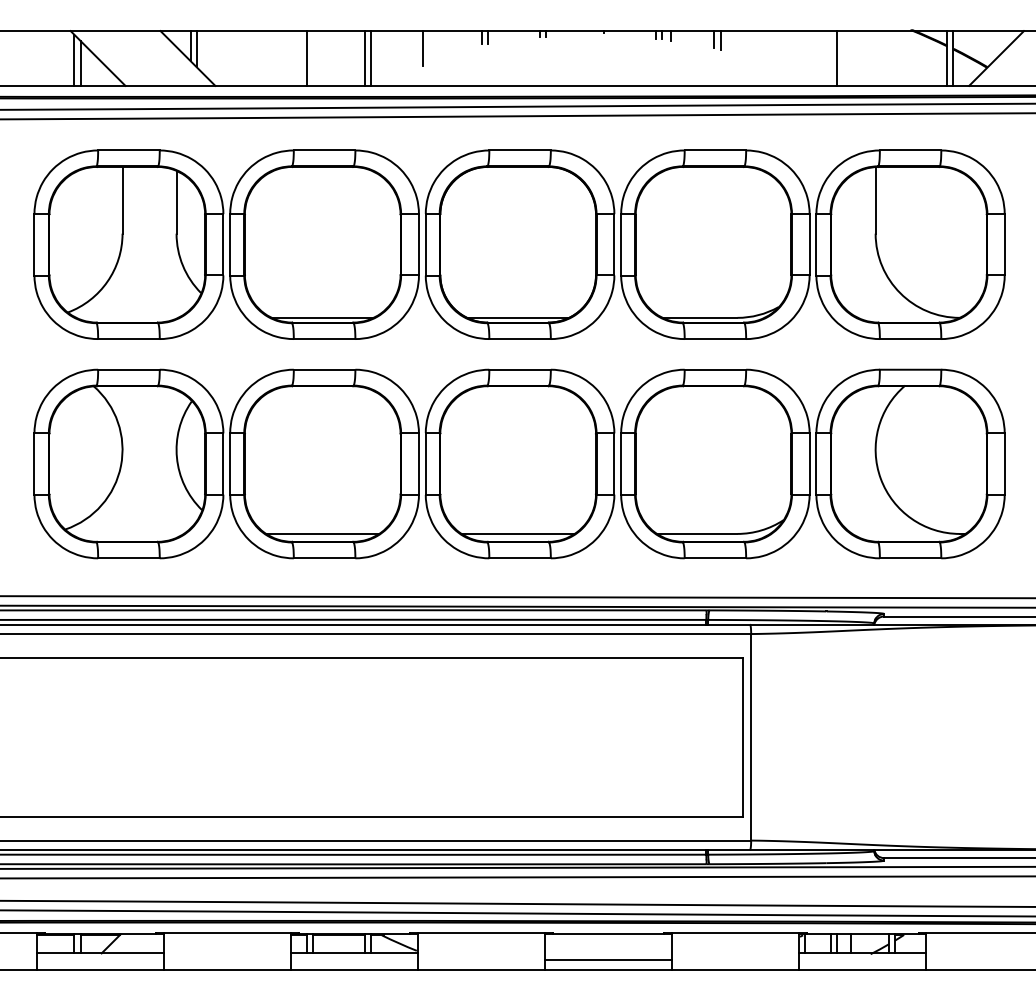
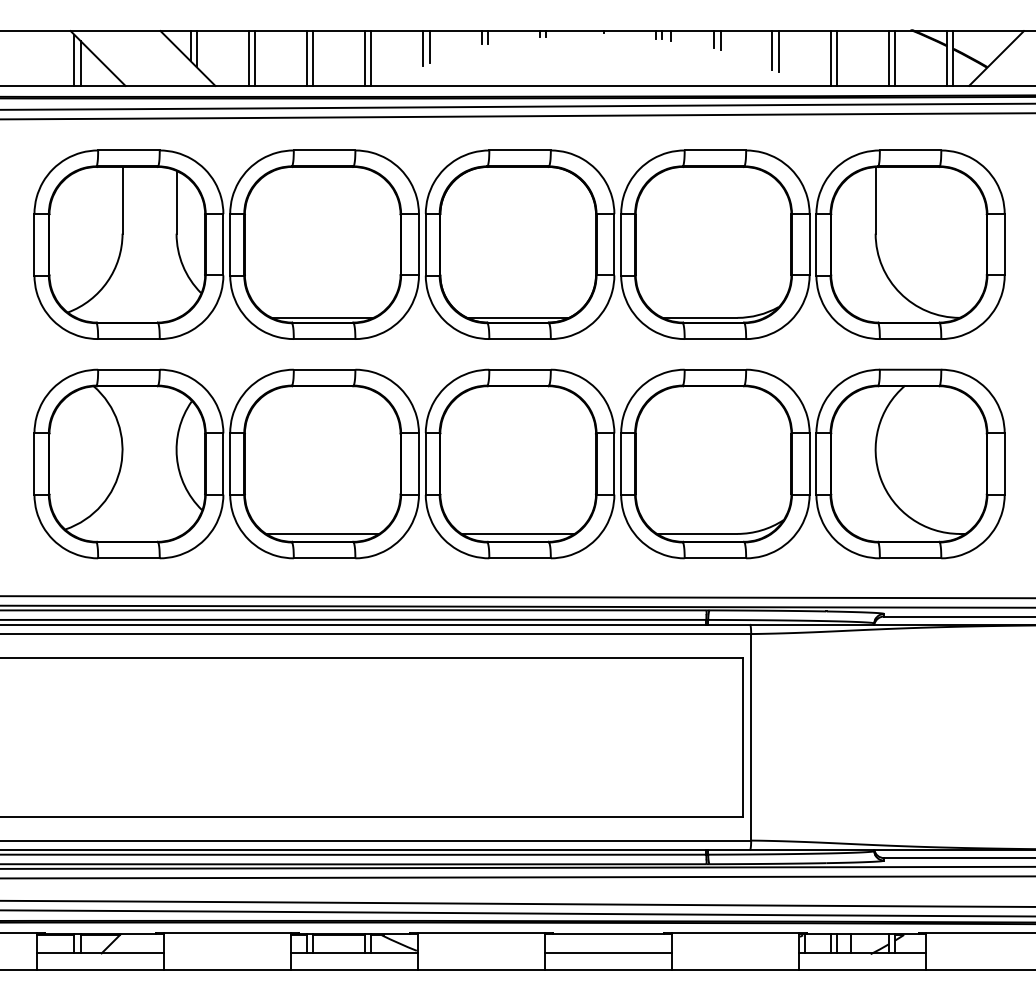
line at (429, 47): none -> present
line at (772, 50): none -> present
line at (778, 51): none -> present
line at (248, 58): none -> present
line at (255, 58): none -> present
line at (313, 58): none -> present
line at (830, 58): none -> present
line at (888, 58): none -> present
line at (895, 58): none -> present
line at (608, 960) position: (608, 960) -> (608, 953)
